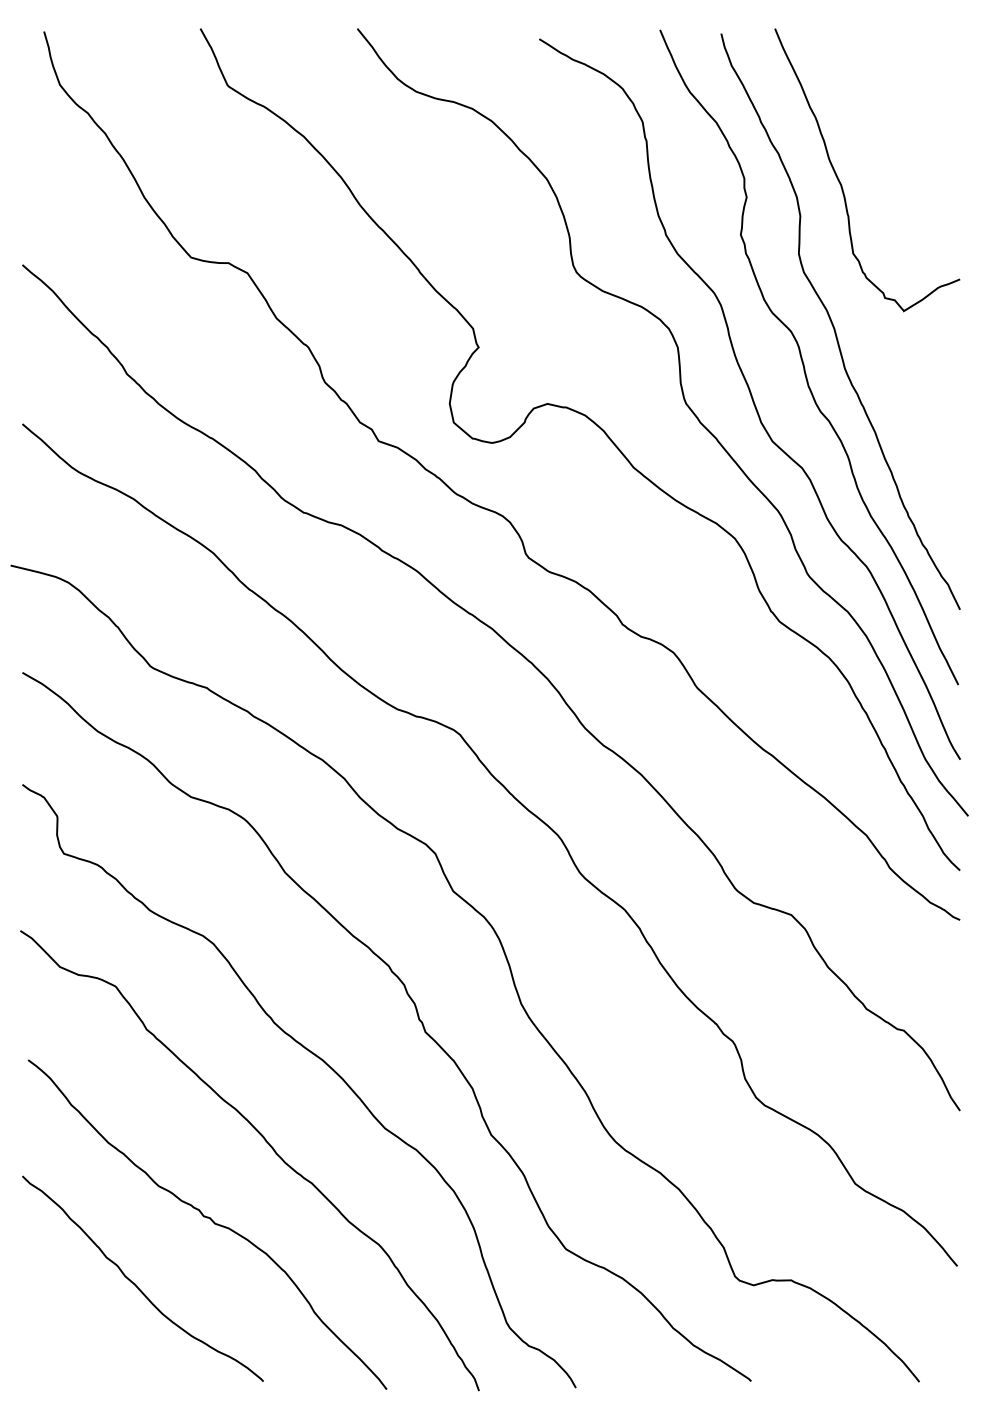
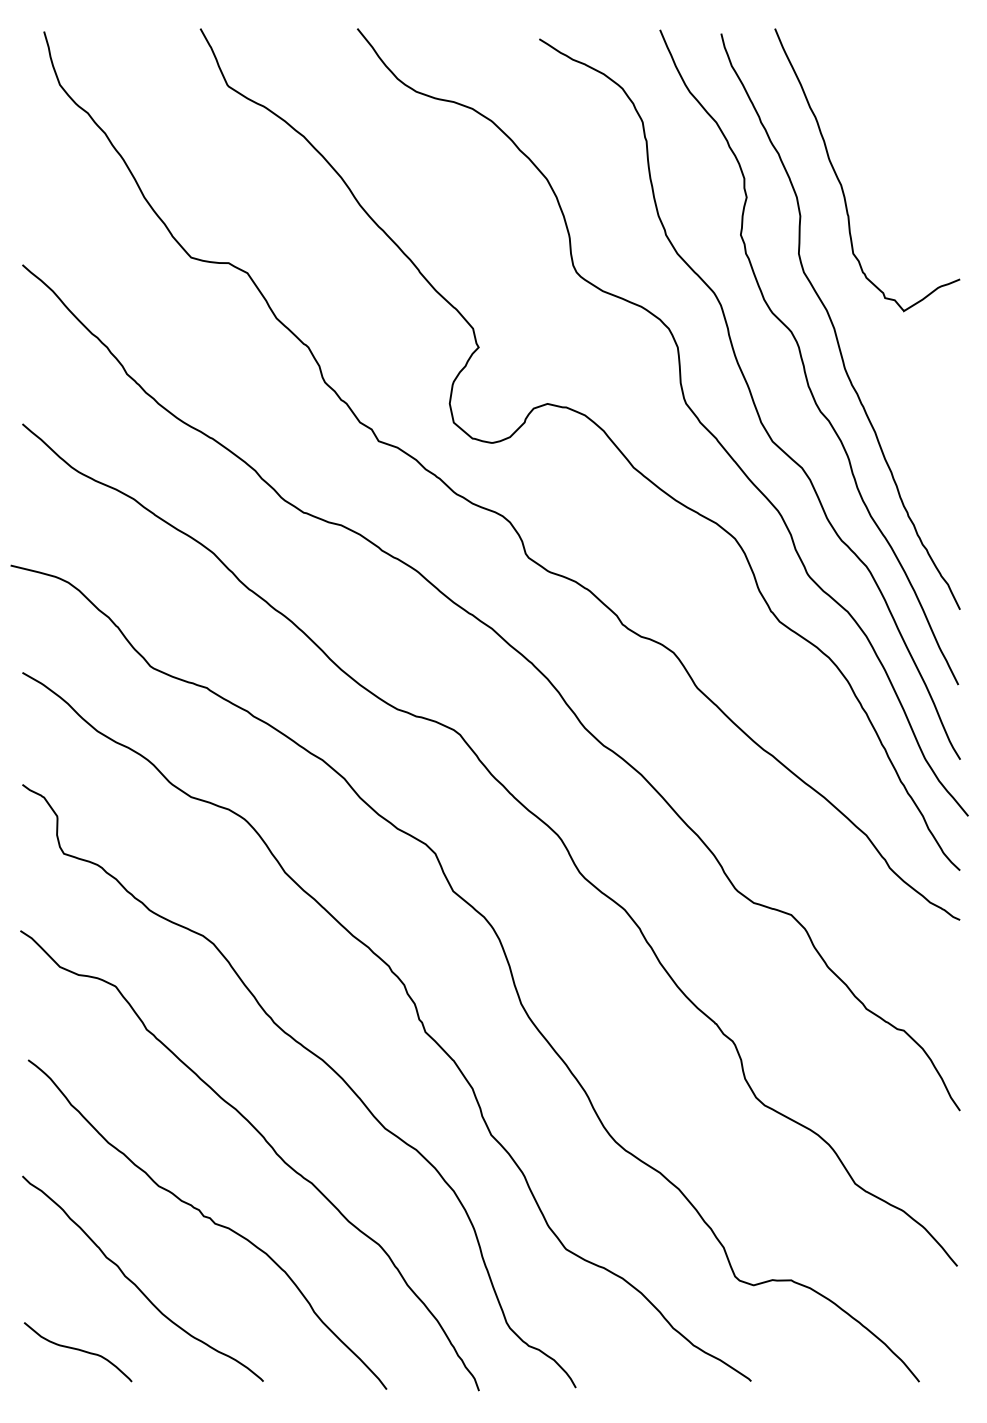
curve at (77, 1350): none -> present
